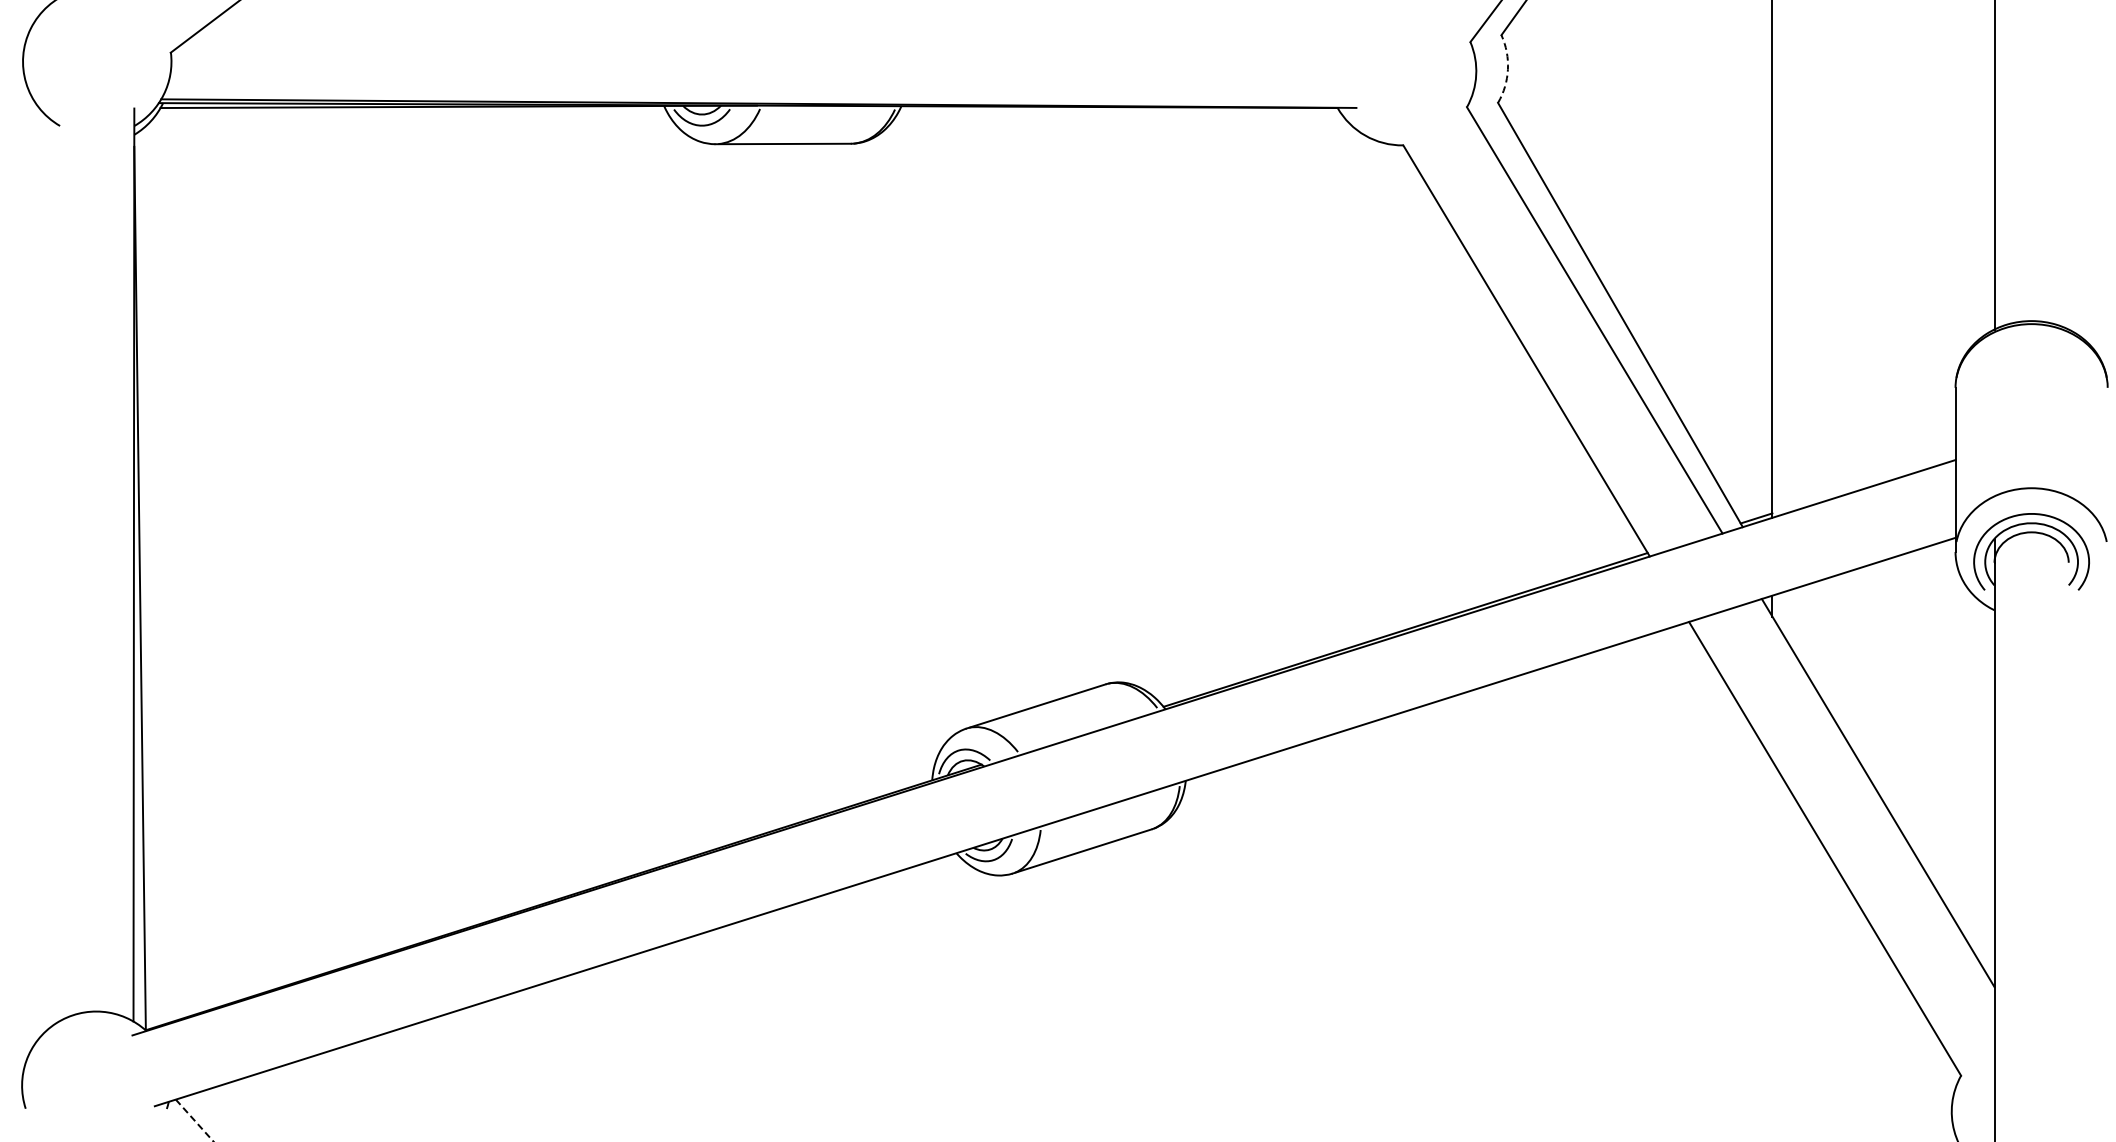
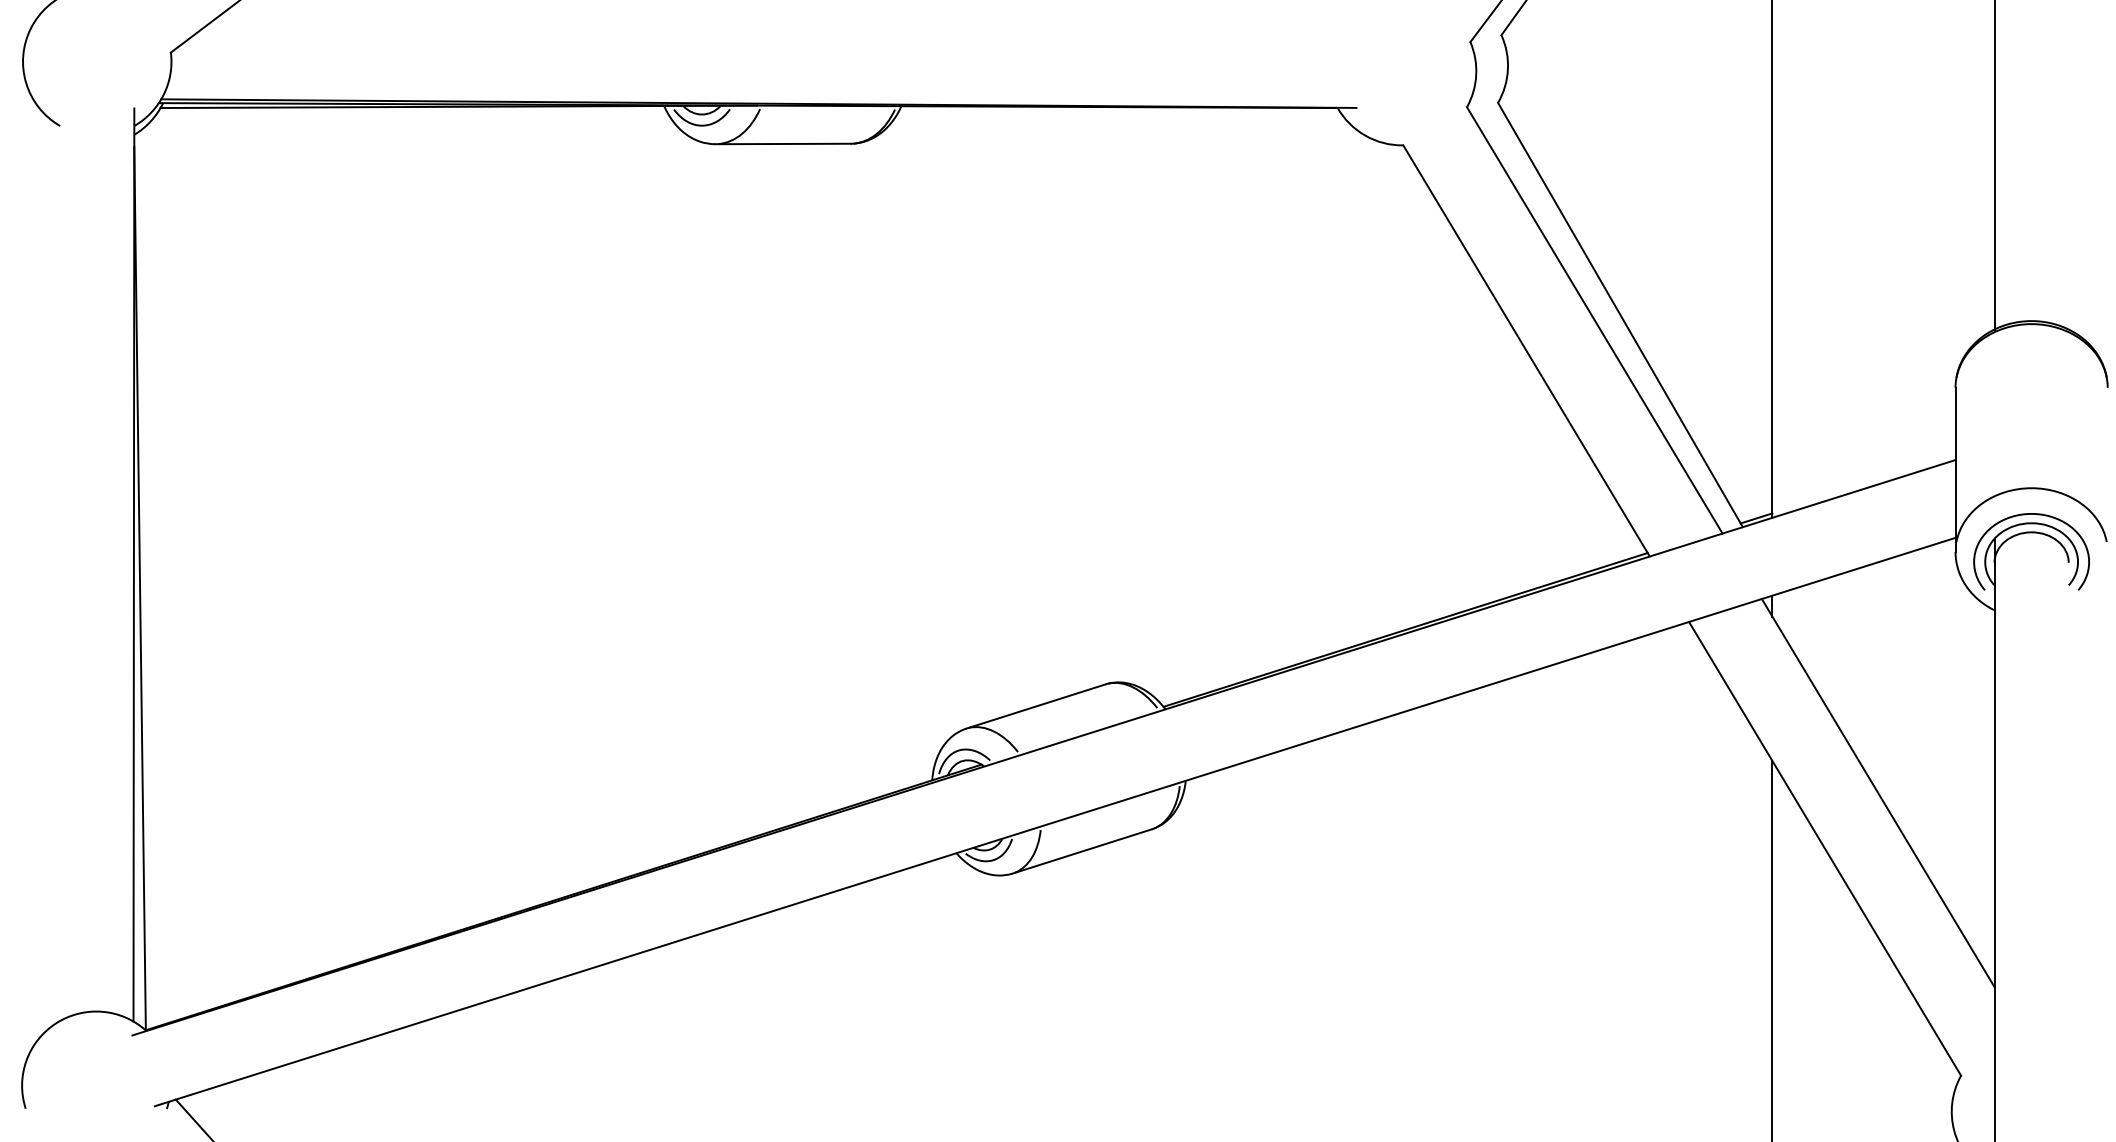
arc at (1507, 69): dashed -> solid
line at (1772, 949): none -> present
line at (194, 1120): dashed -> solid
